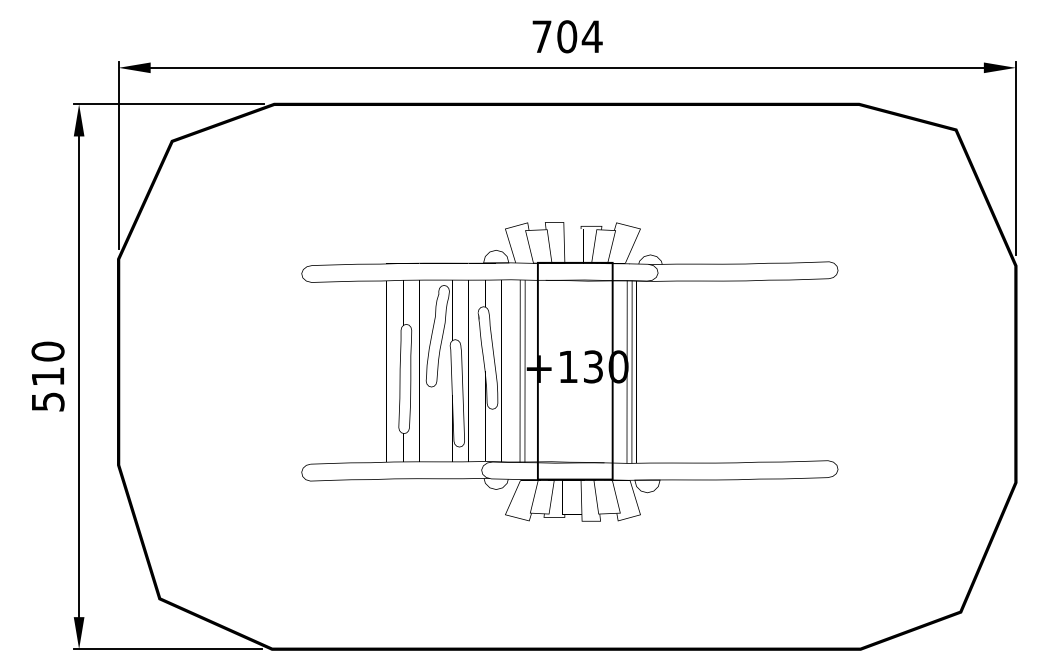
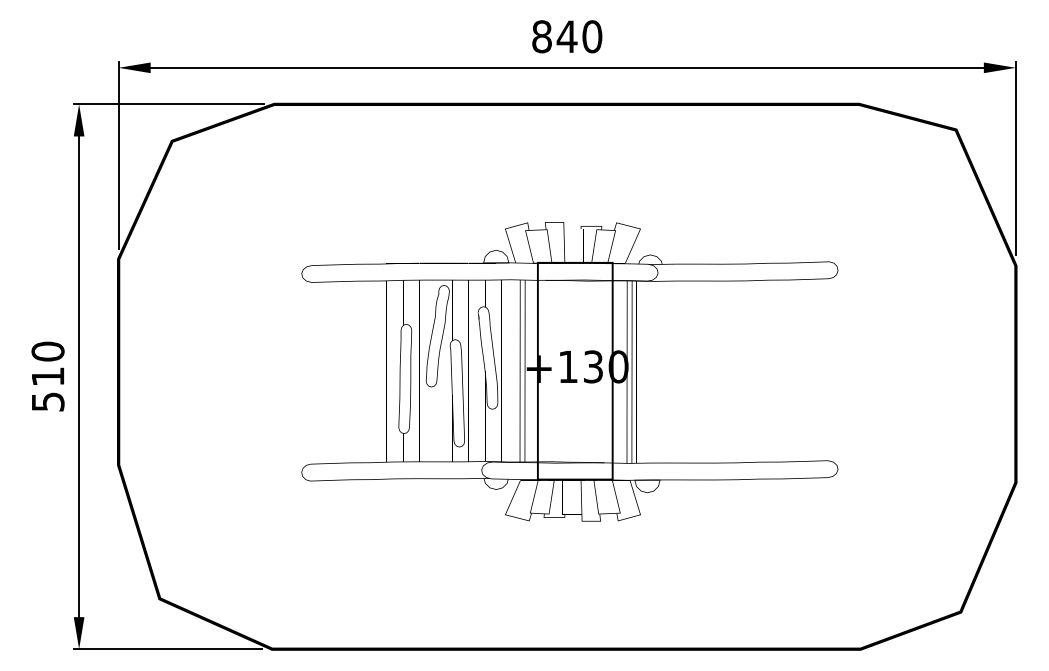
text at (567, 36): 704 -> 840
